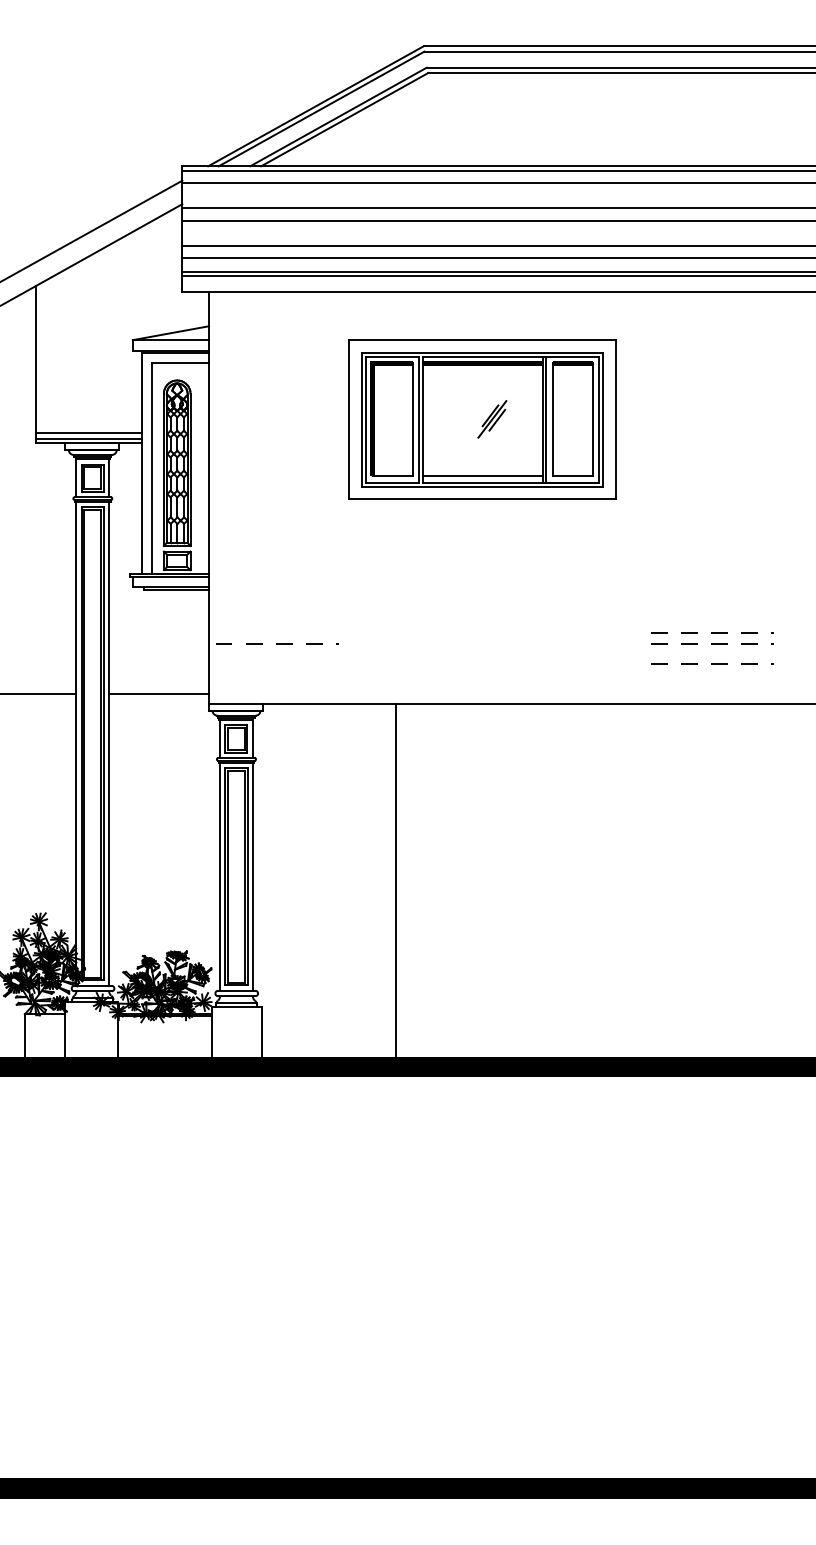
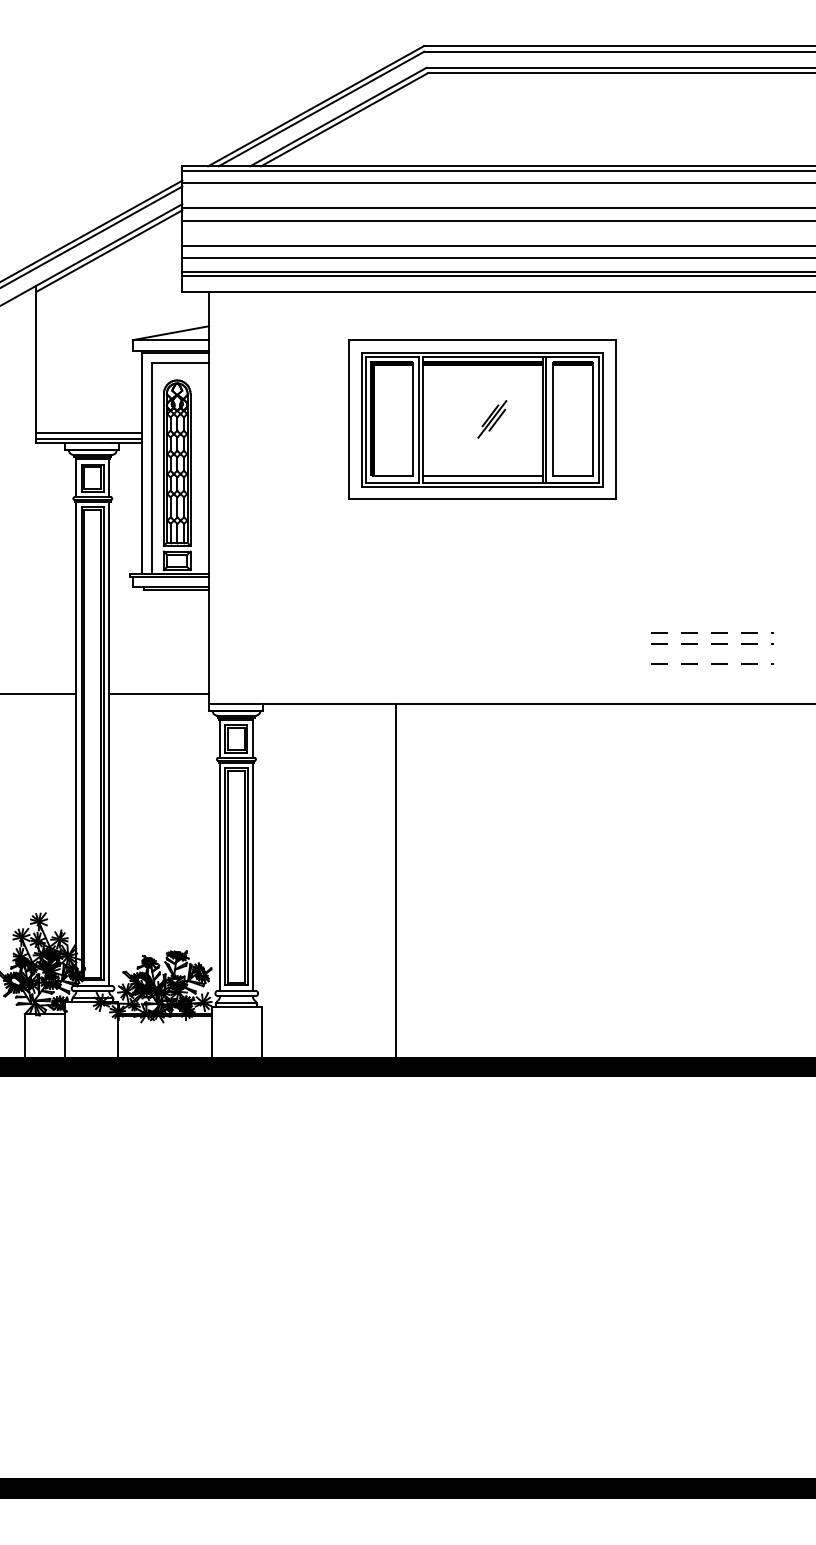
line at (92, 236): none -> present
line at (109, 250): none -> present
line at (277, 643): present -> none
